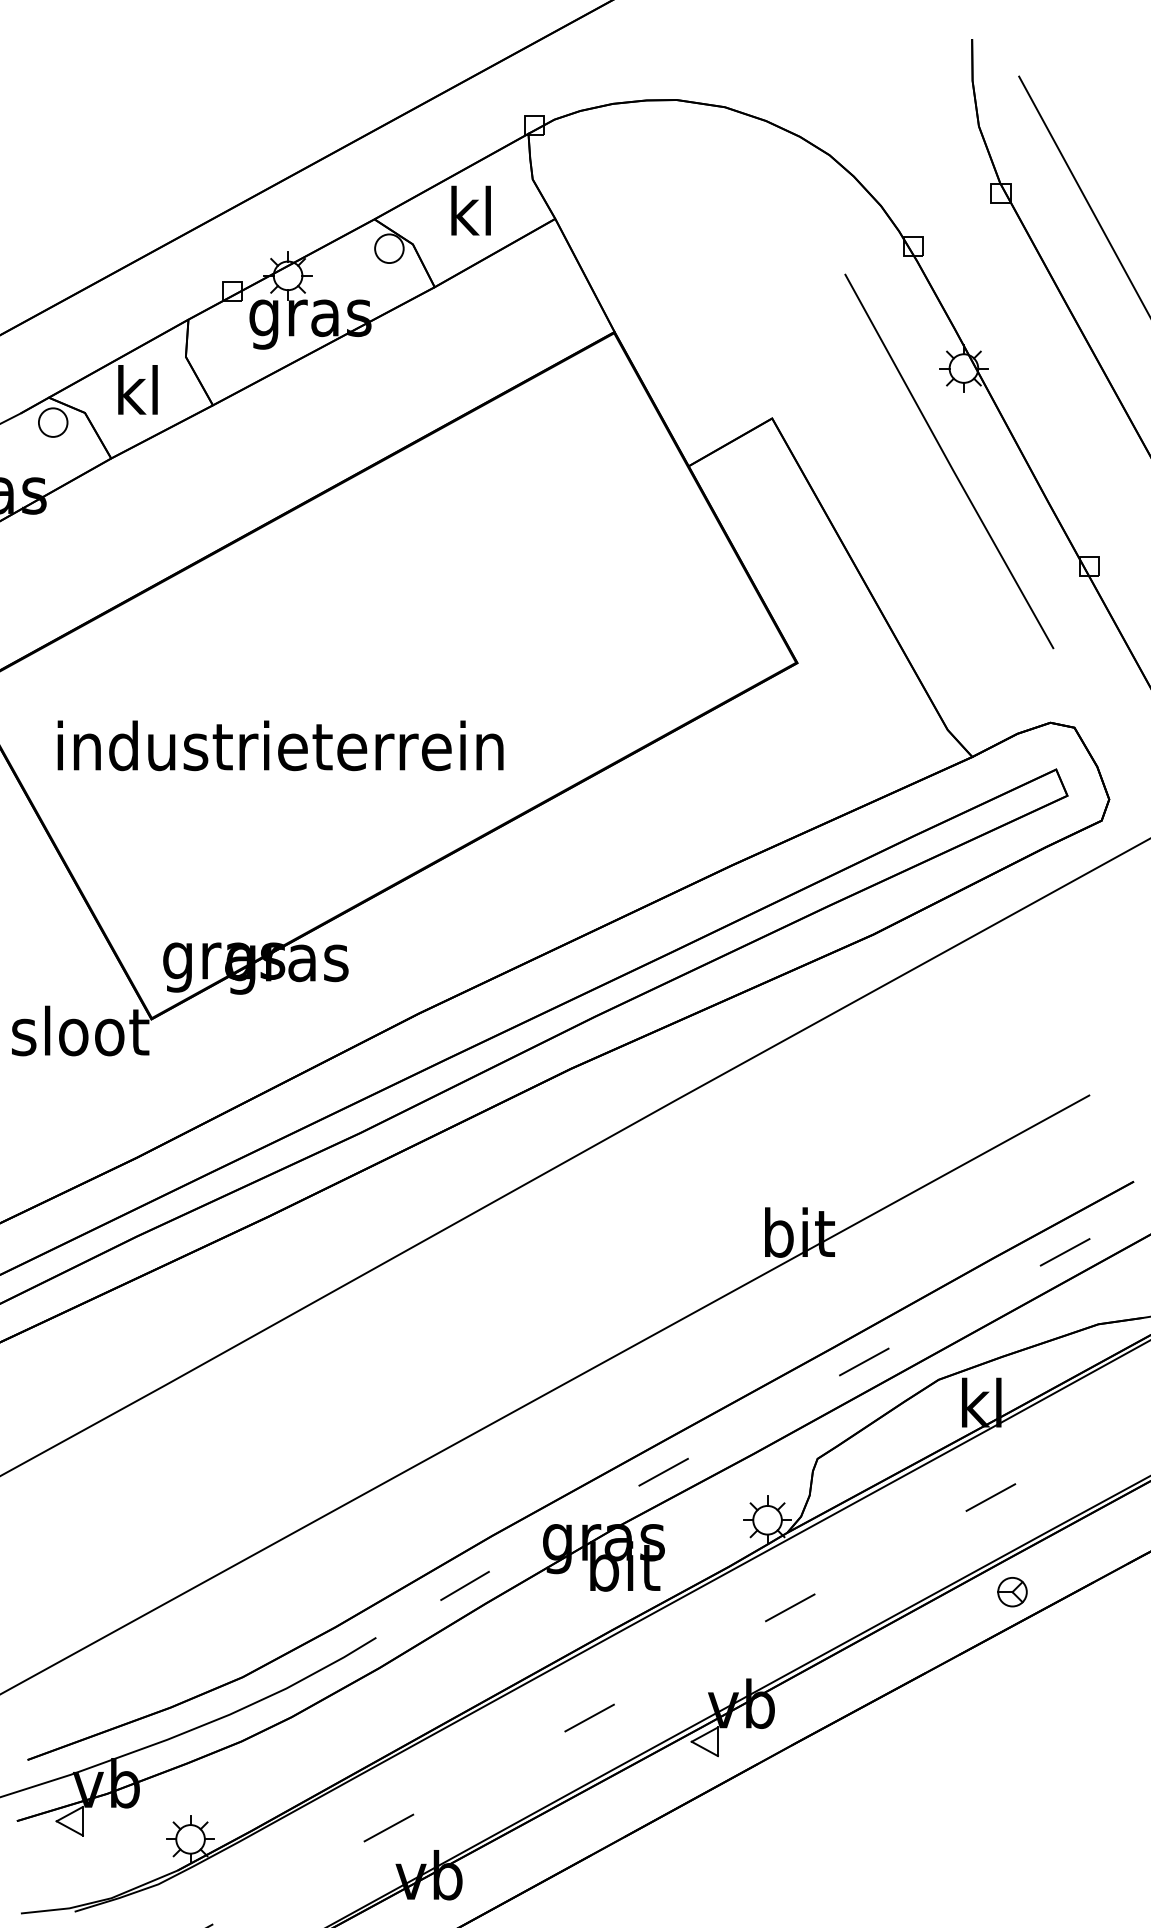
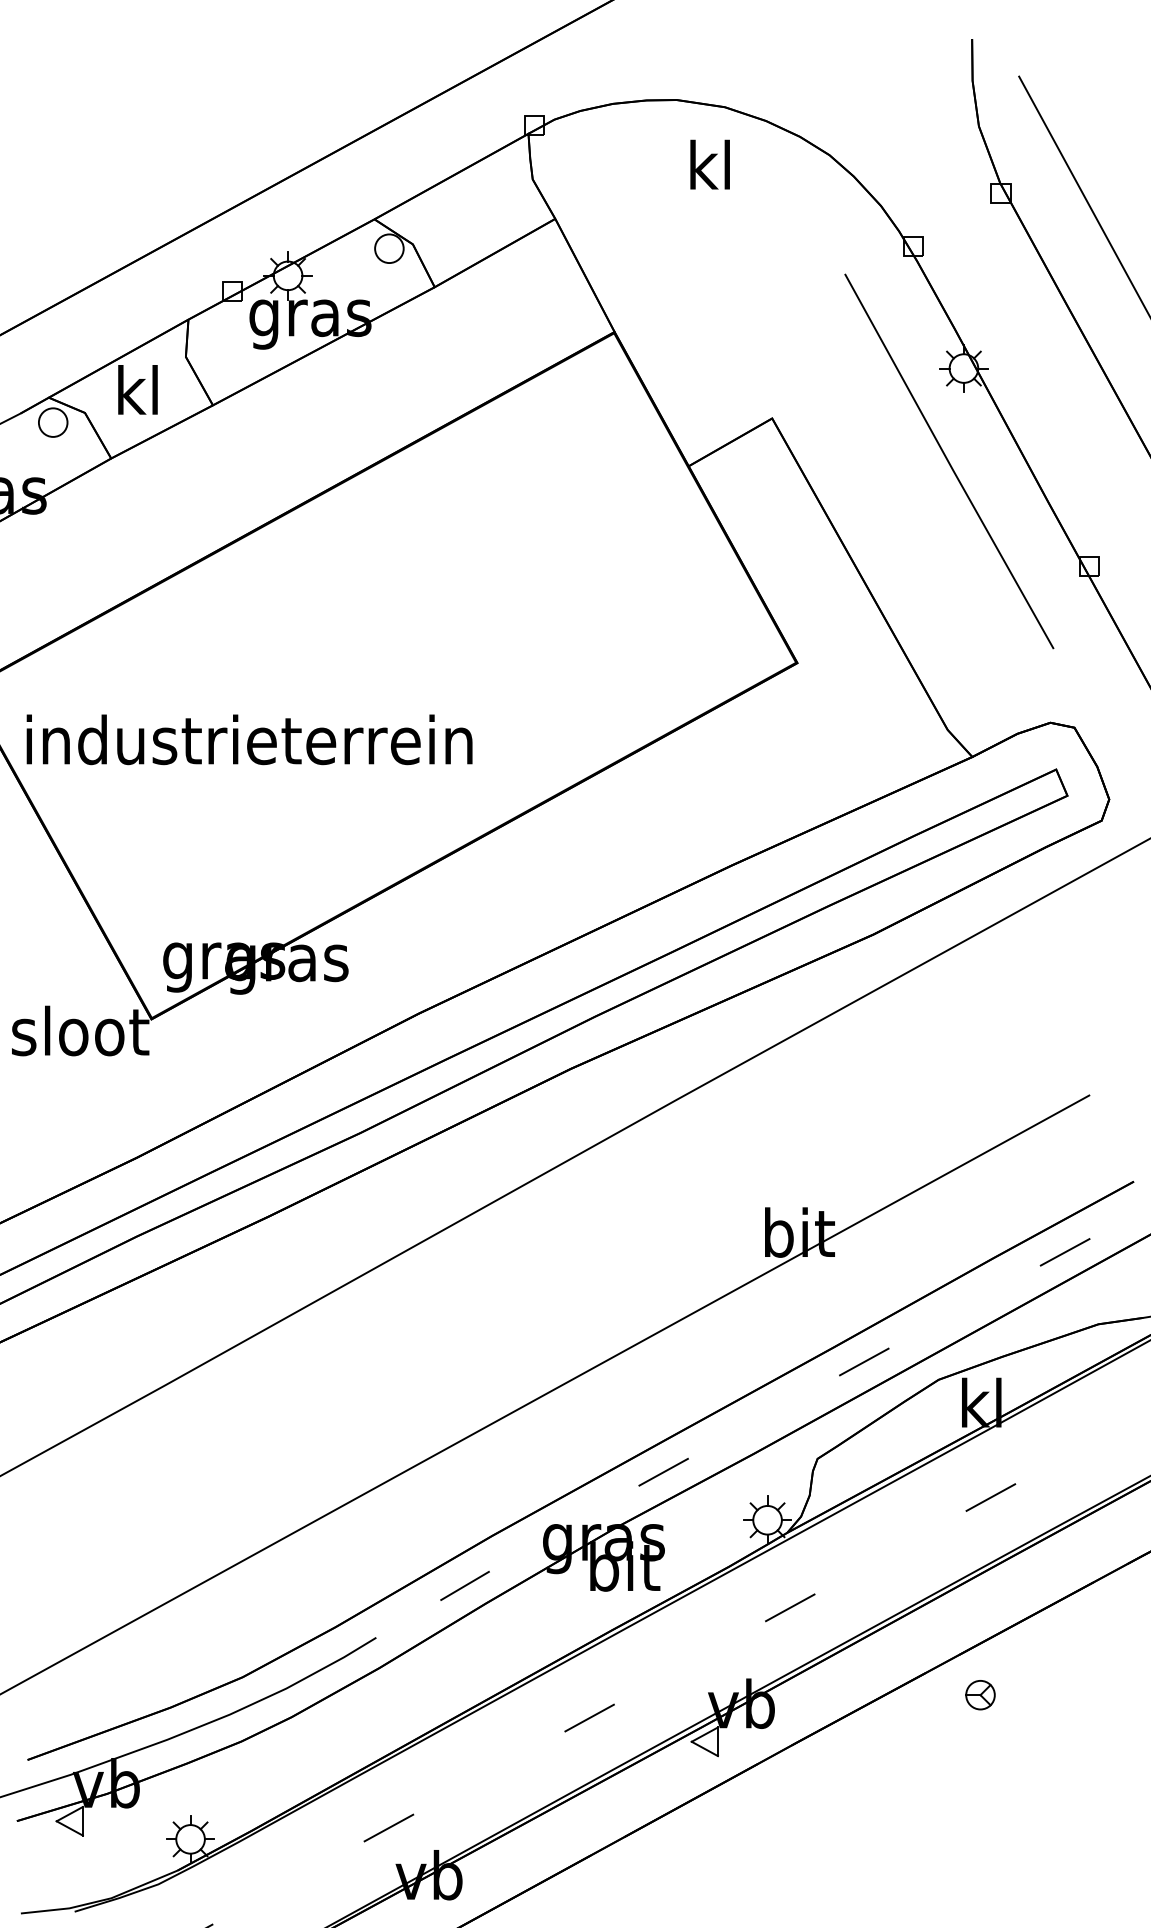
text at (470, 210) position: (470, 210) -> (709, 164)
text at (280, 745) position: (280, 745) -> (249, 739)
part at (1012, 1592) position: (1012, 1592) -> (980, 1695)
